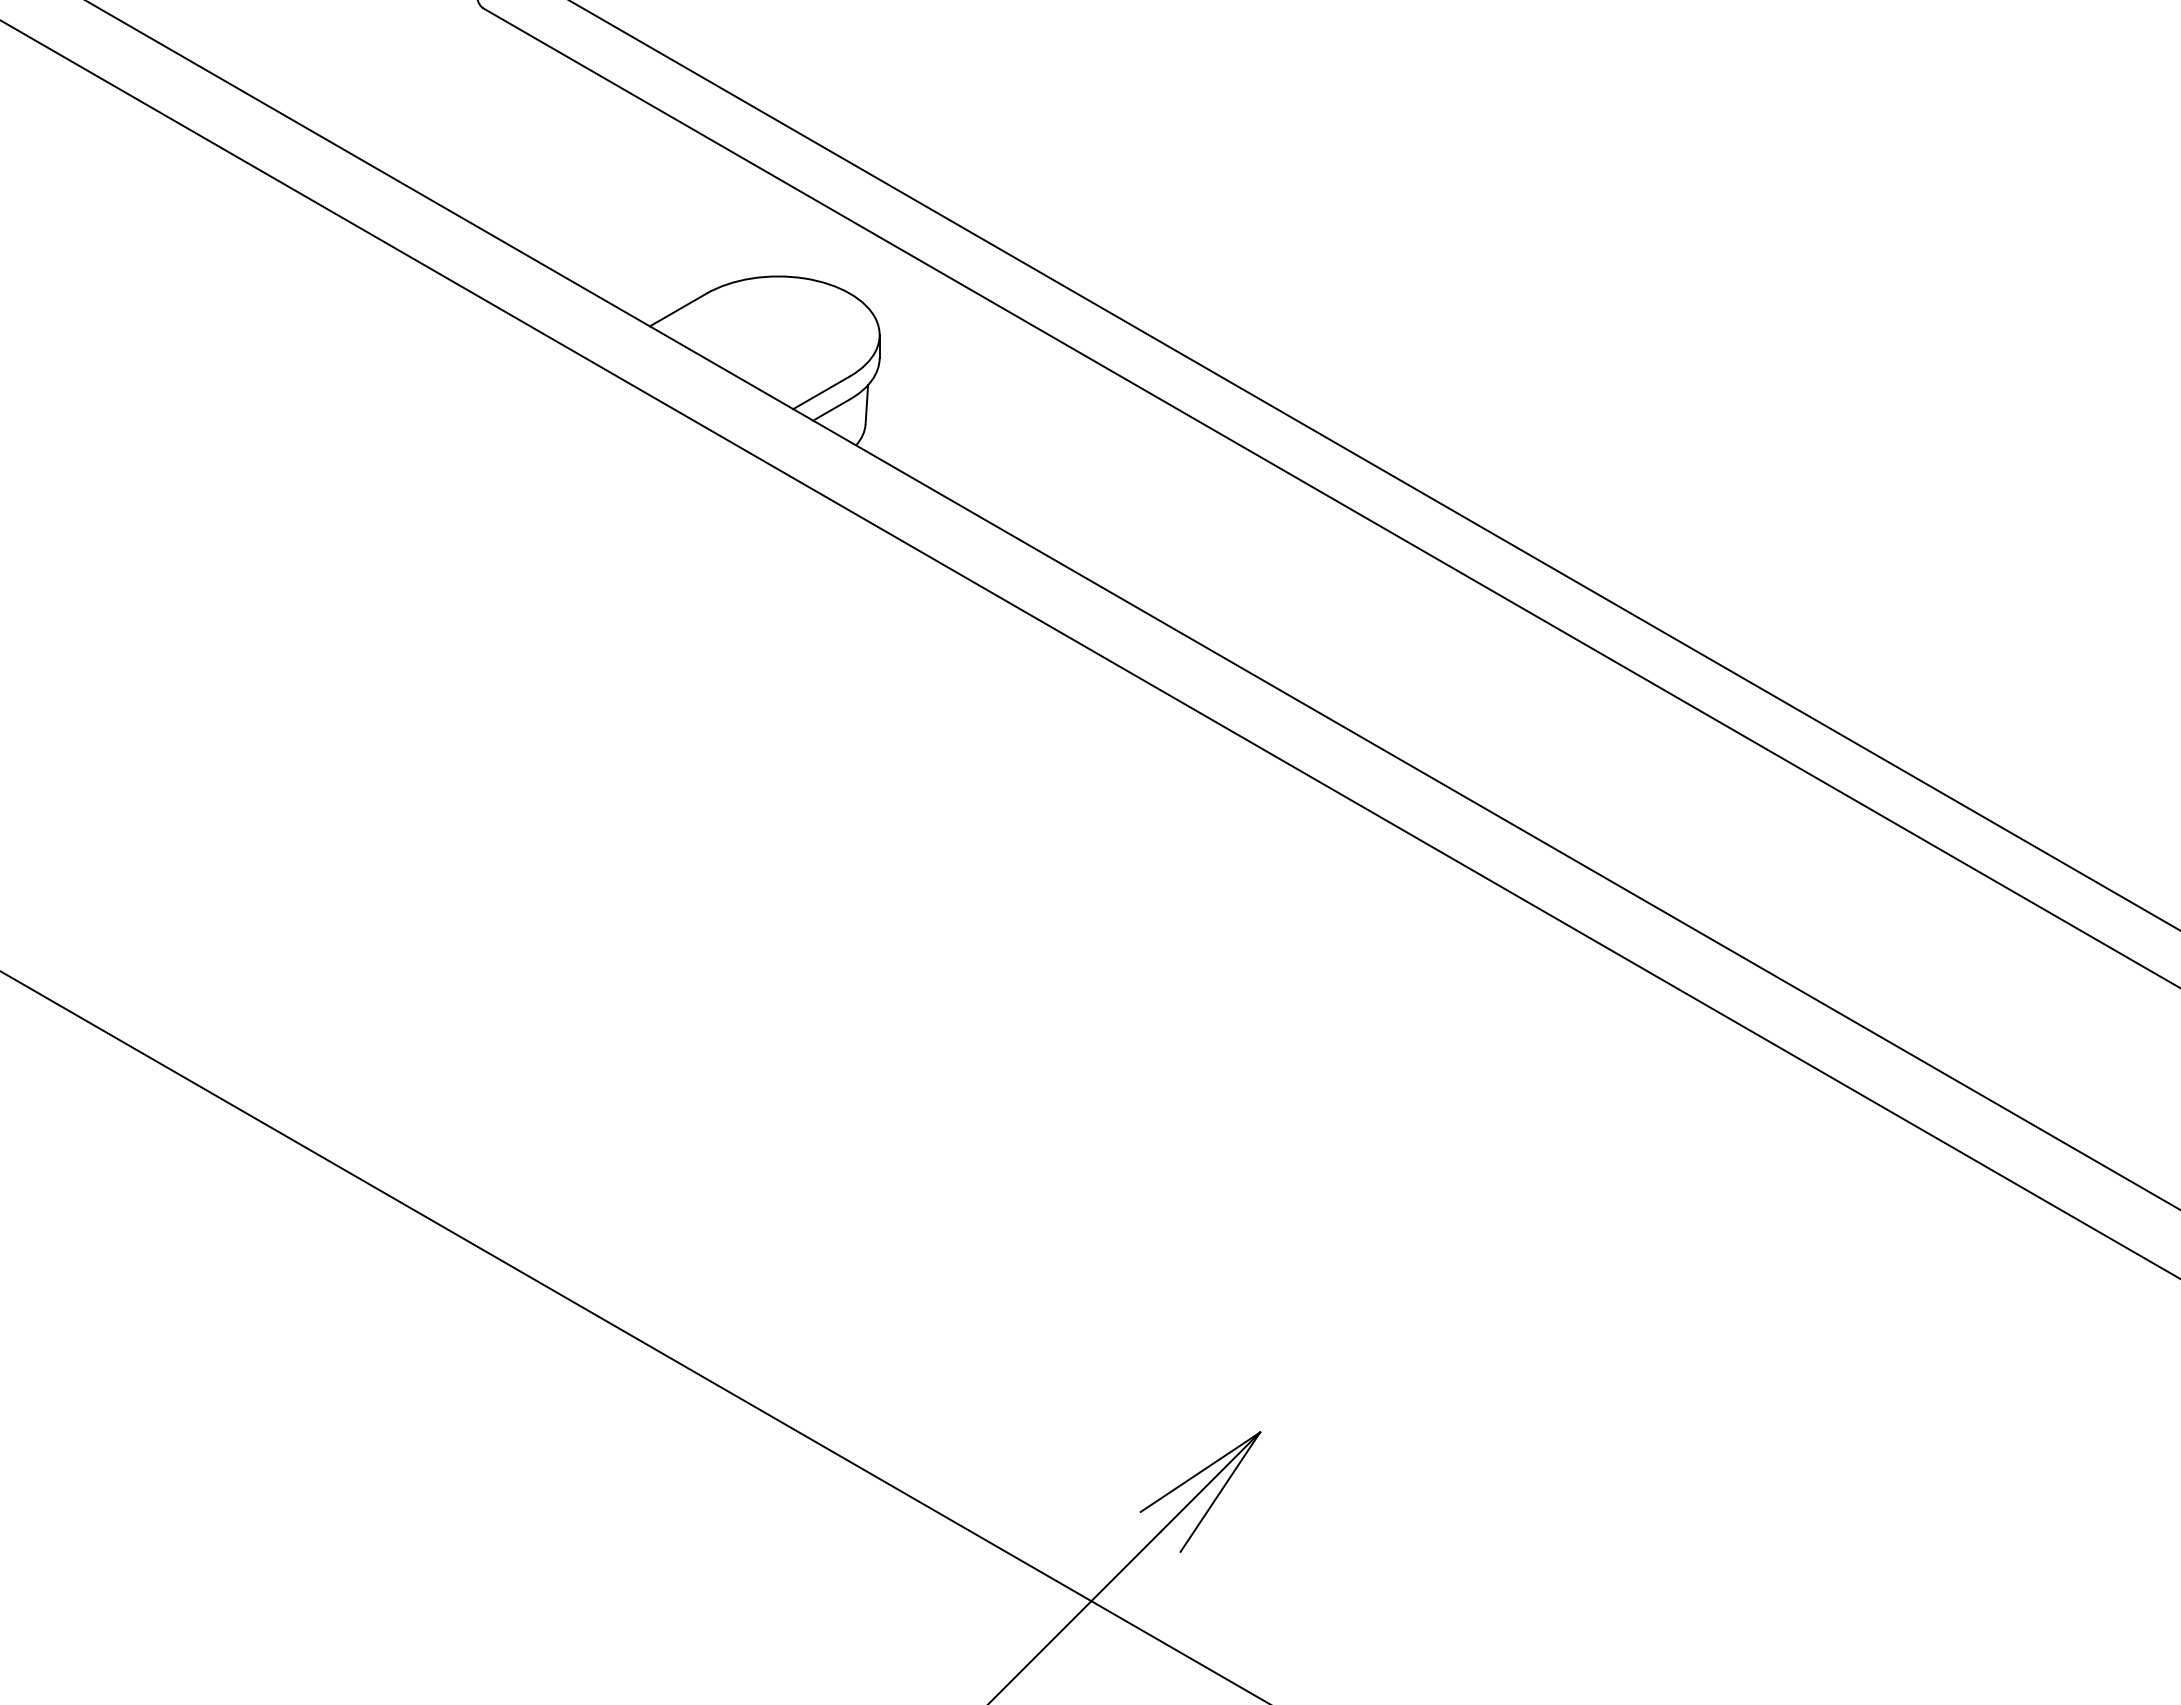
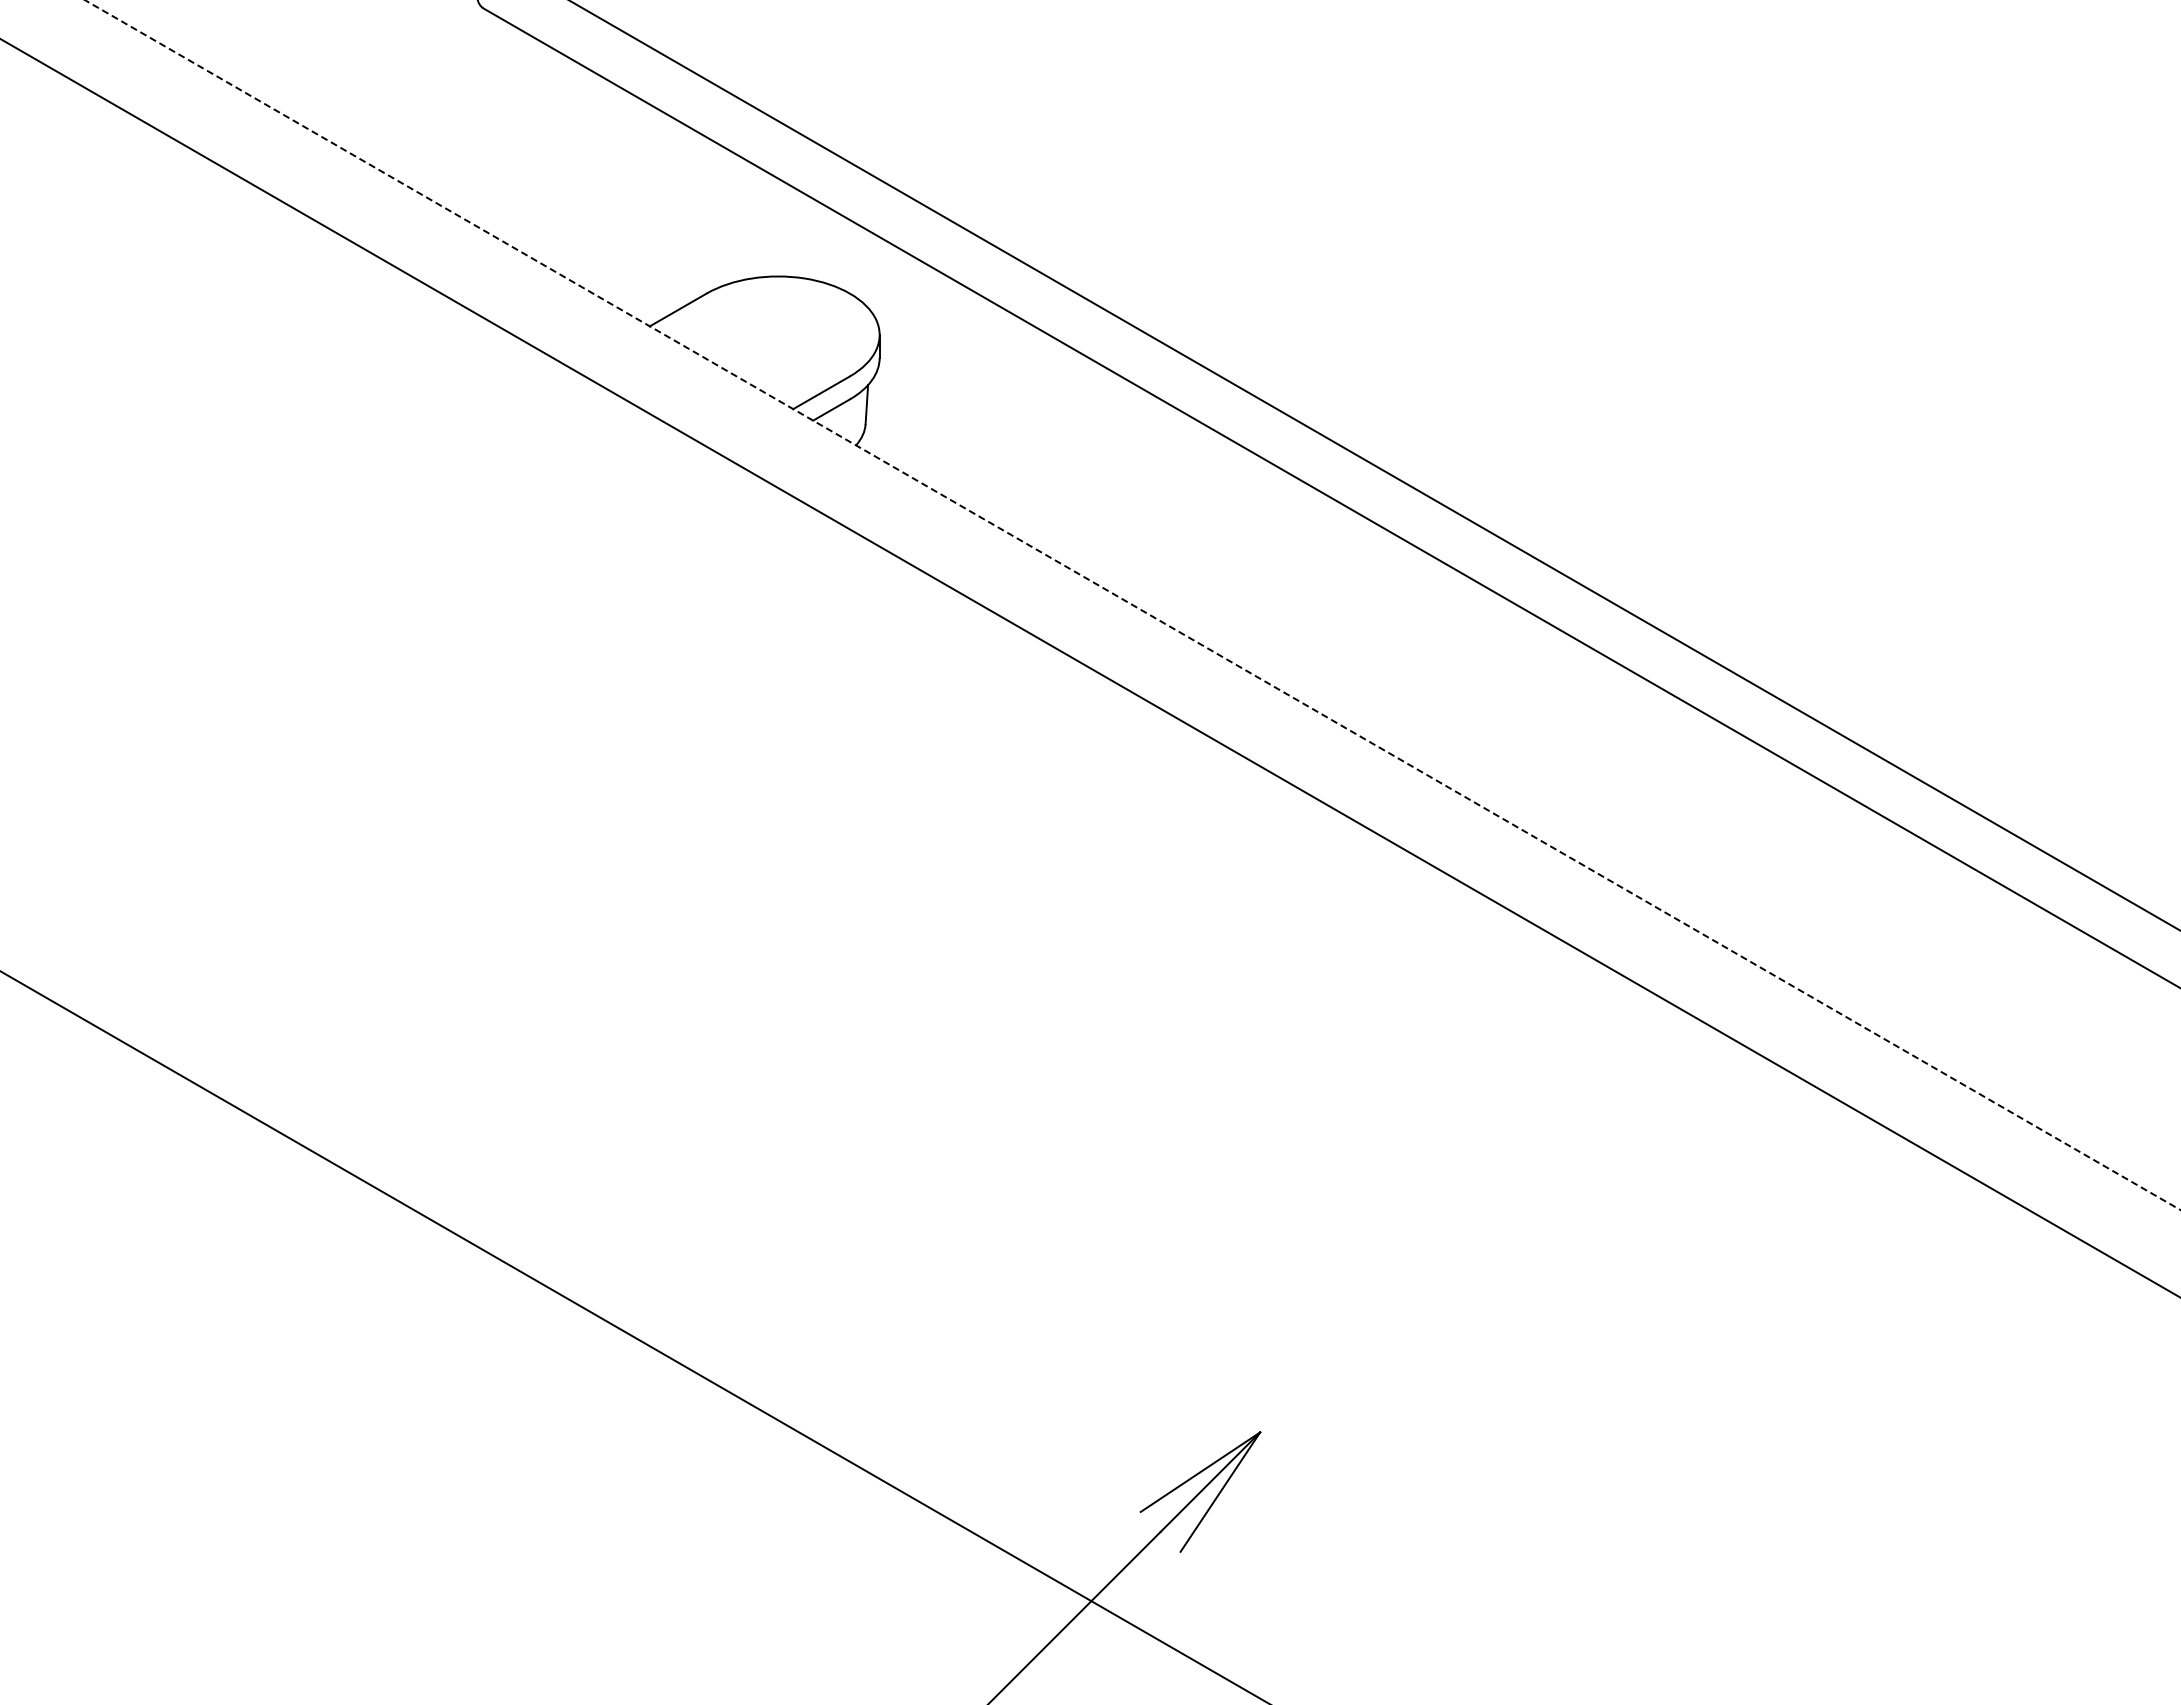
line at (1132, 605): solid -> dashed
line at (1089, 649) position: (1089, 649) -> (1089, 668)
